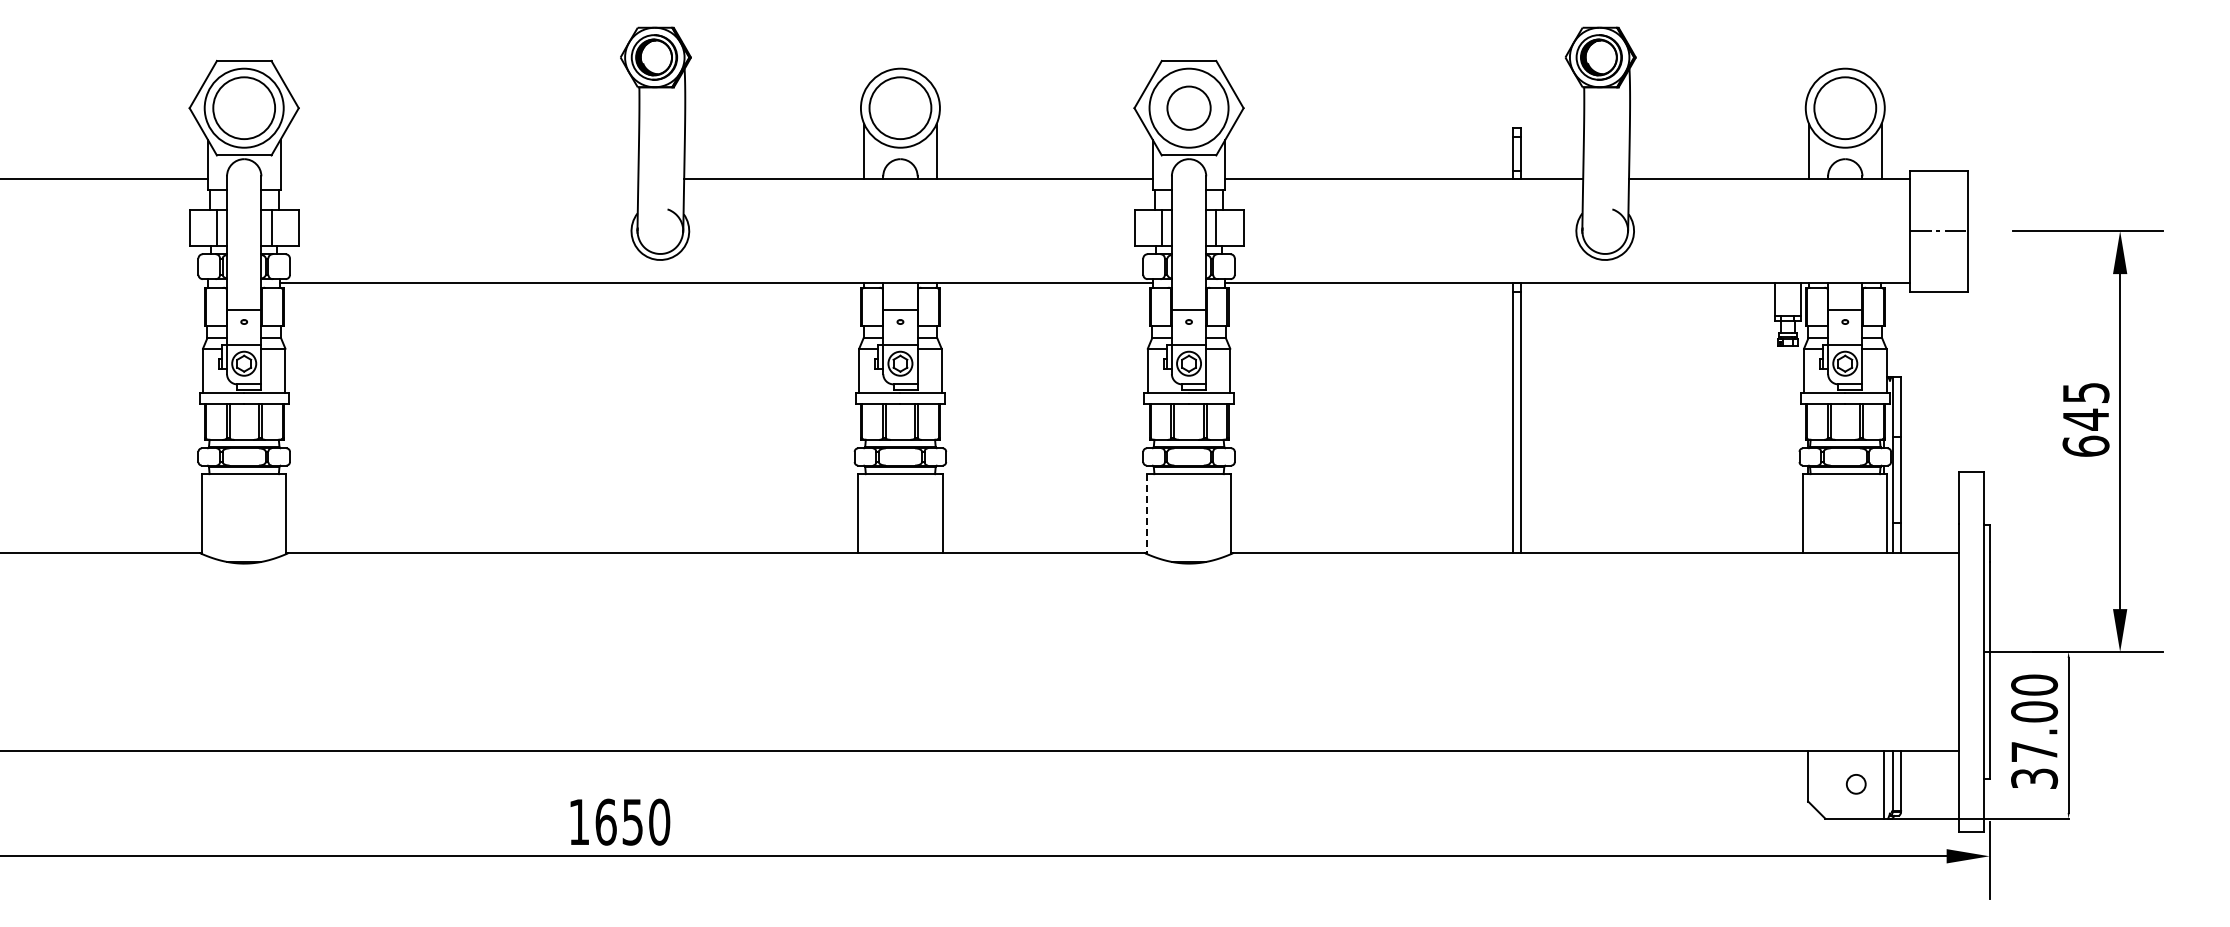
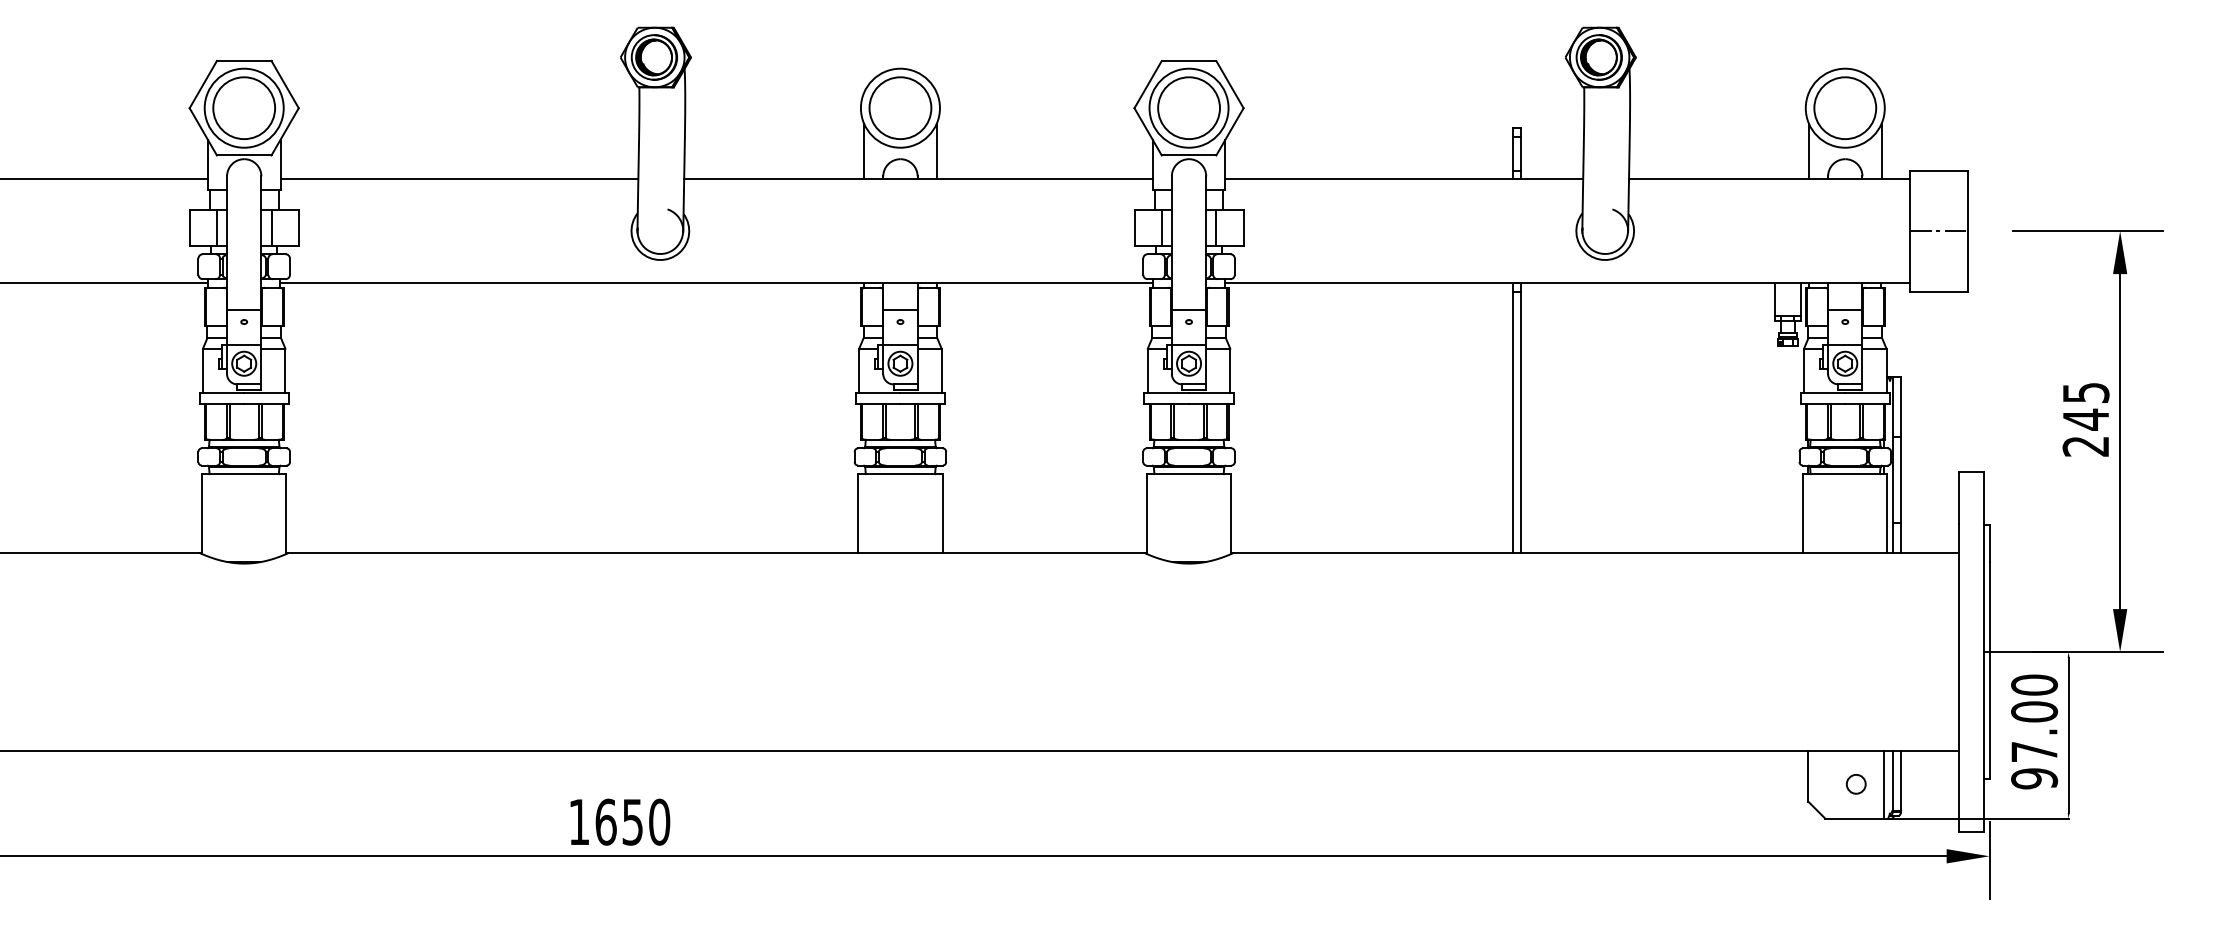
circle at (1188, 107) diameter: 43 px -> 62 px
line at (459, 179): none -> present
line at (105, 282): none -> present
text at (2085, 445): 645 -> 245
line at (1146, 514): dashed -> solid
text at (2034, 778): 37.00 -> 97.00
